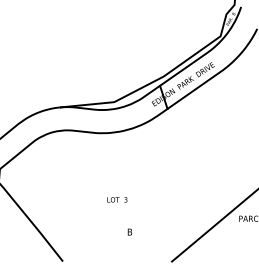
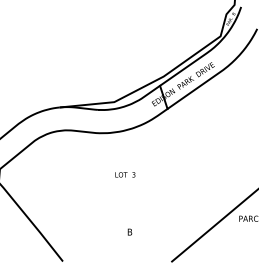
text at (117, 199) position: (117, 199) -> (125, 174)
